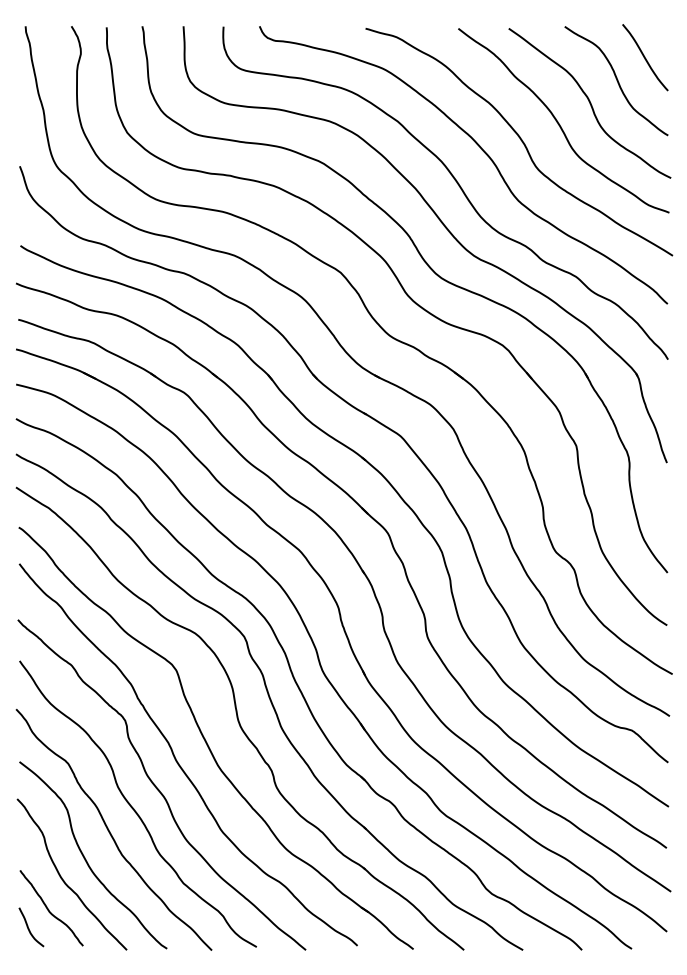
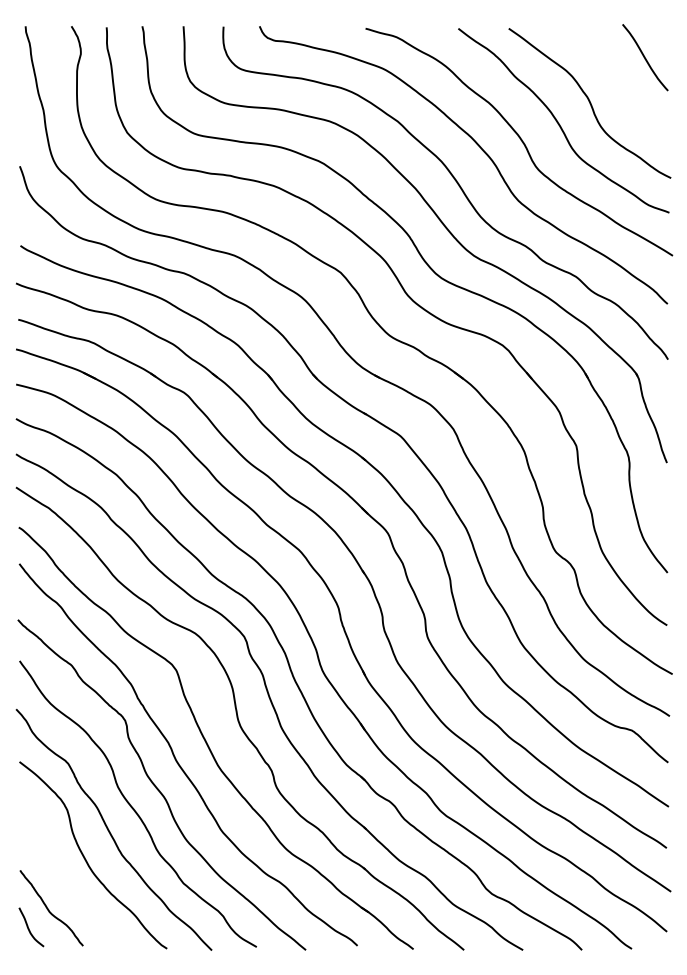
curve at (616, 81): present -> none
curve at (64, 880): present -> none
